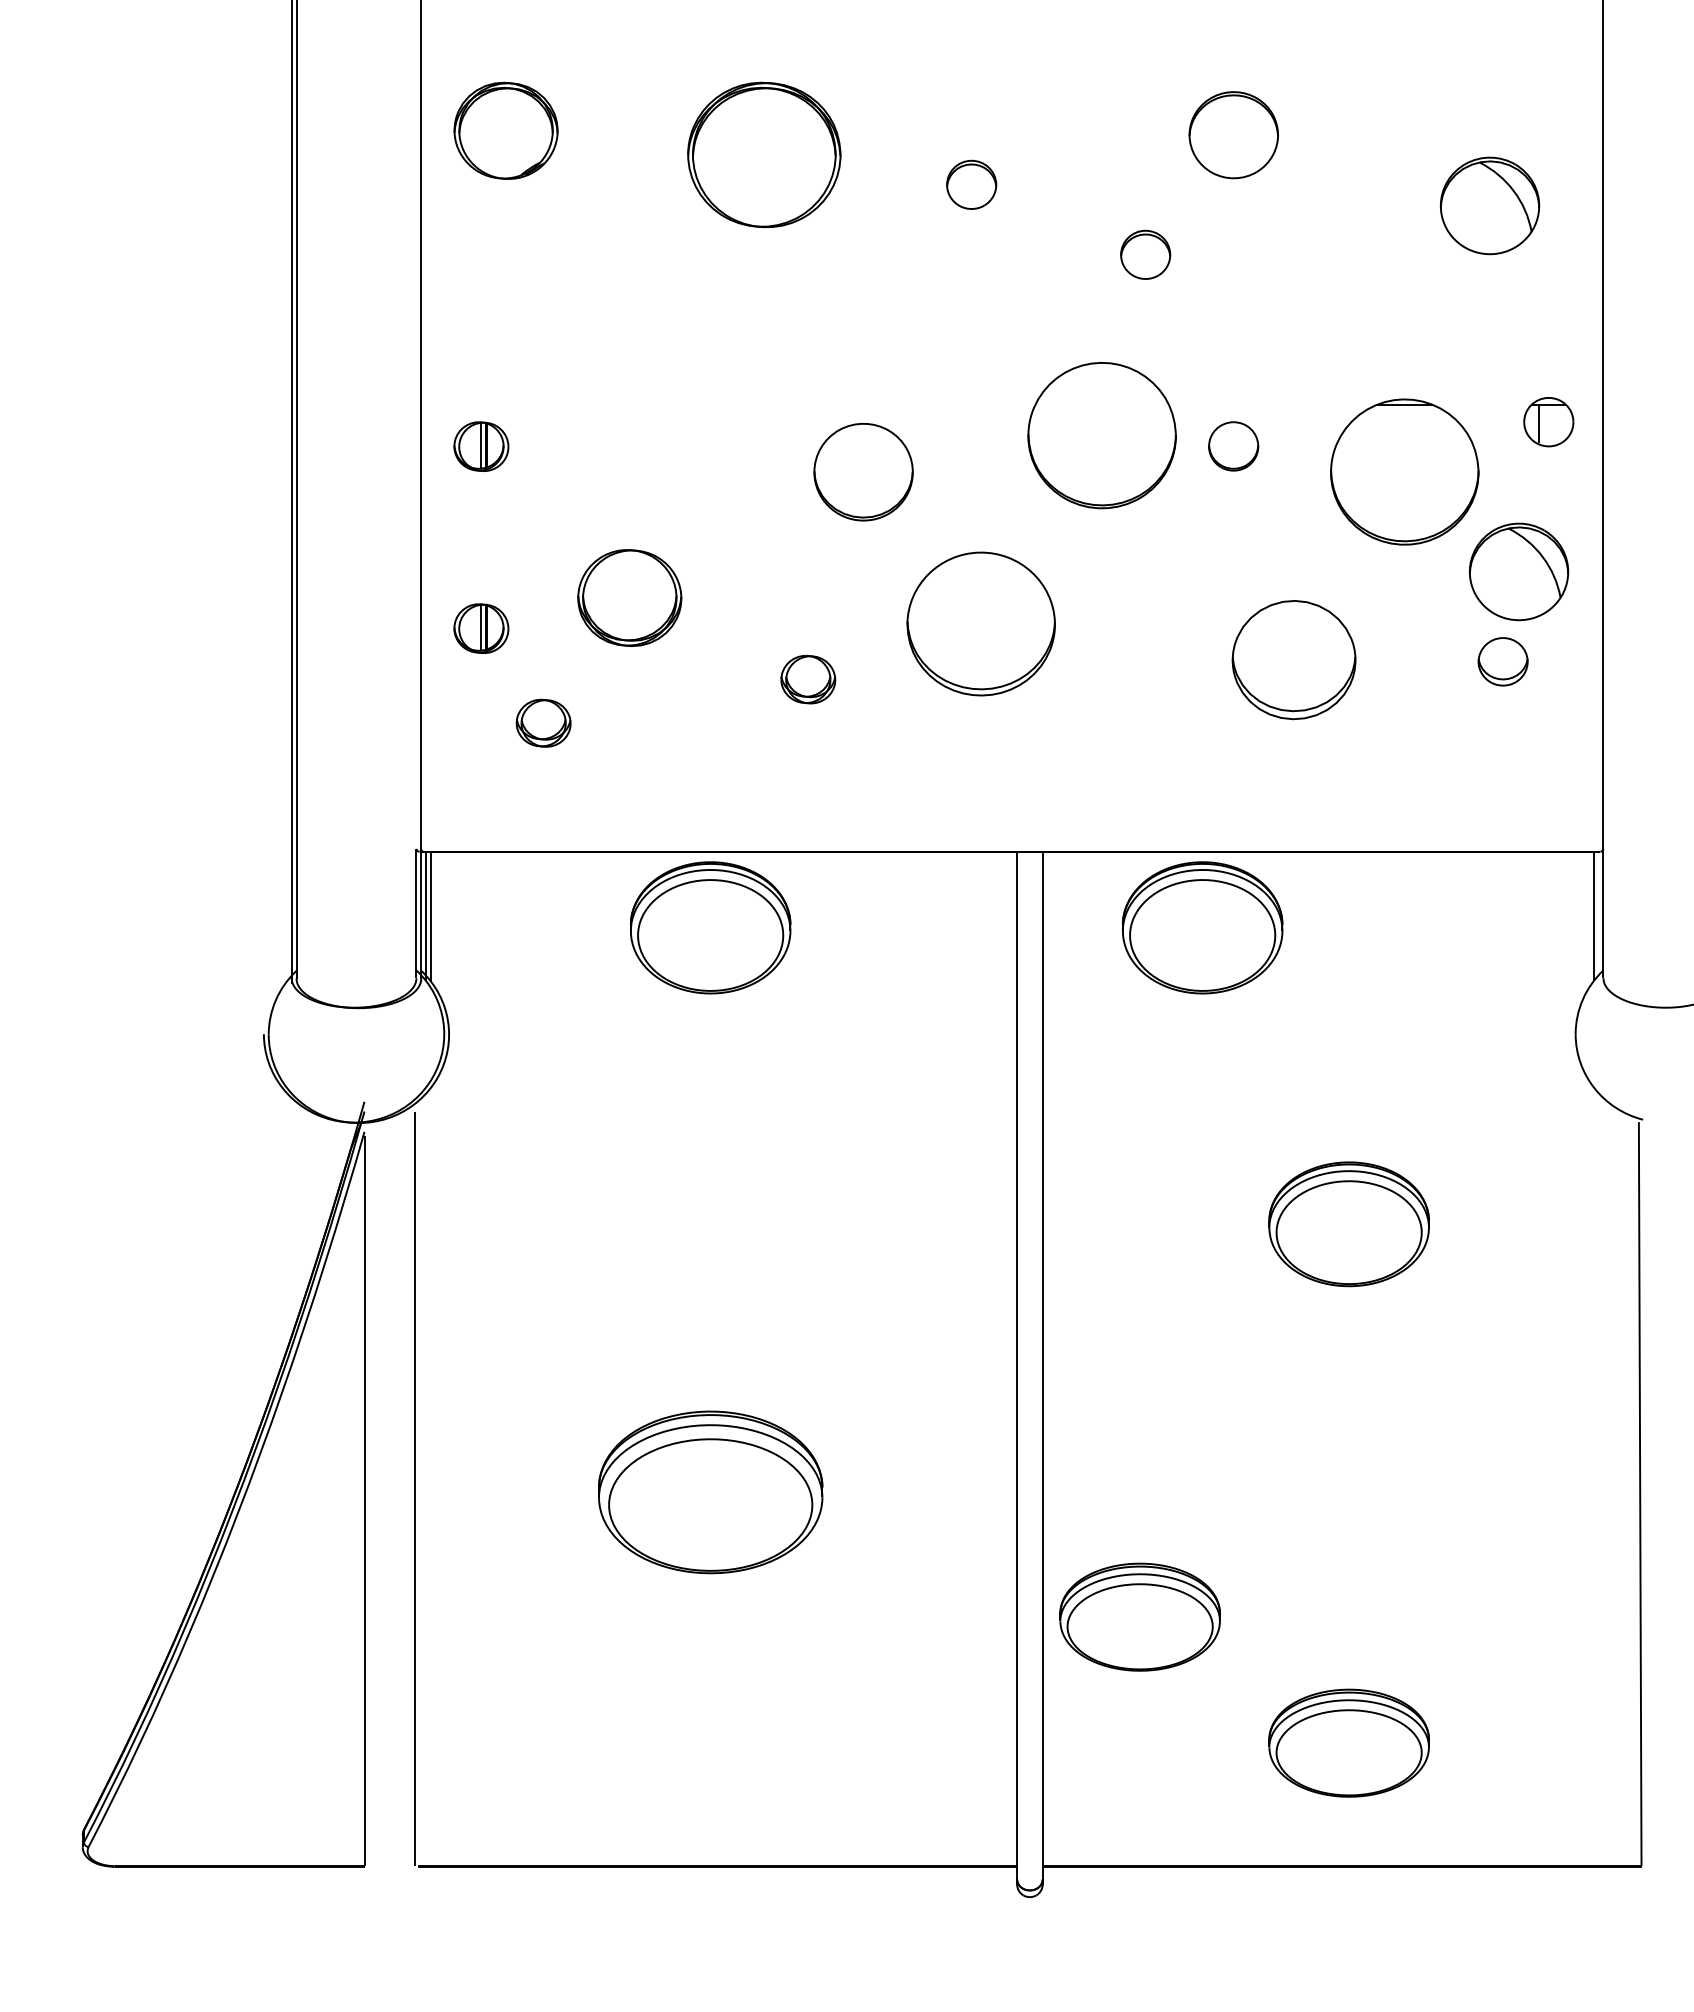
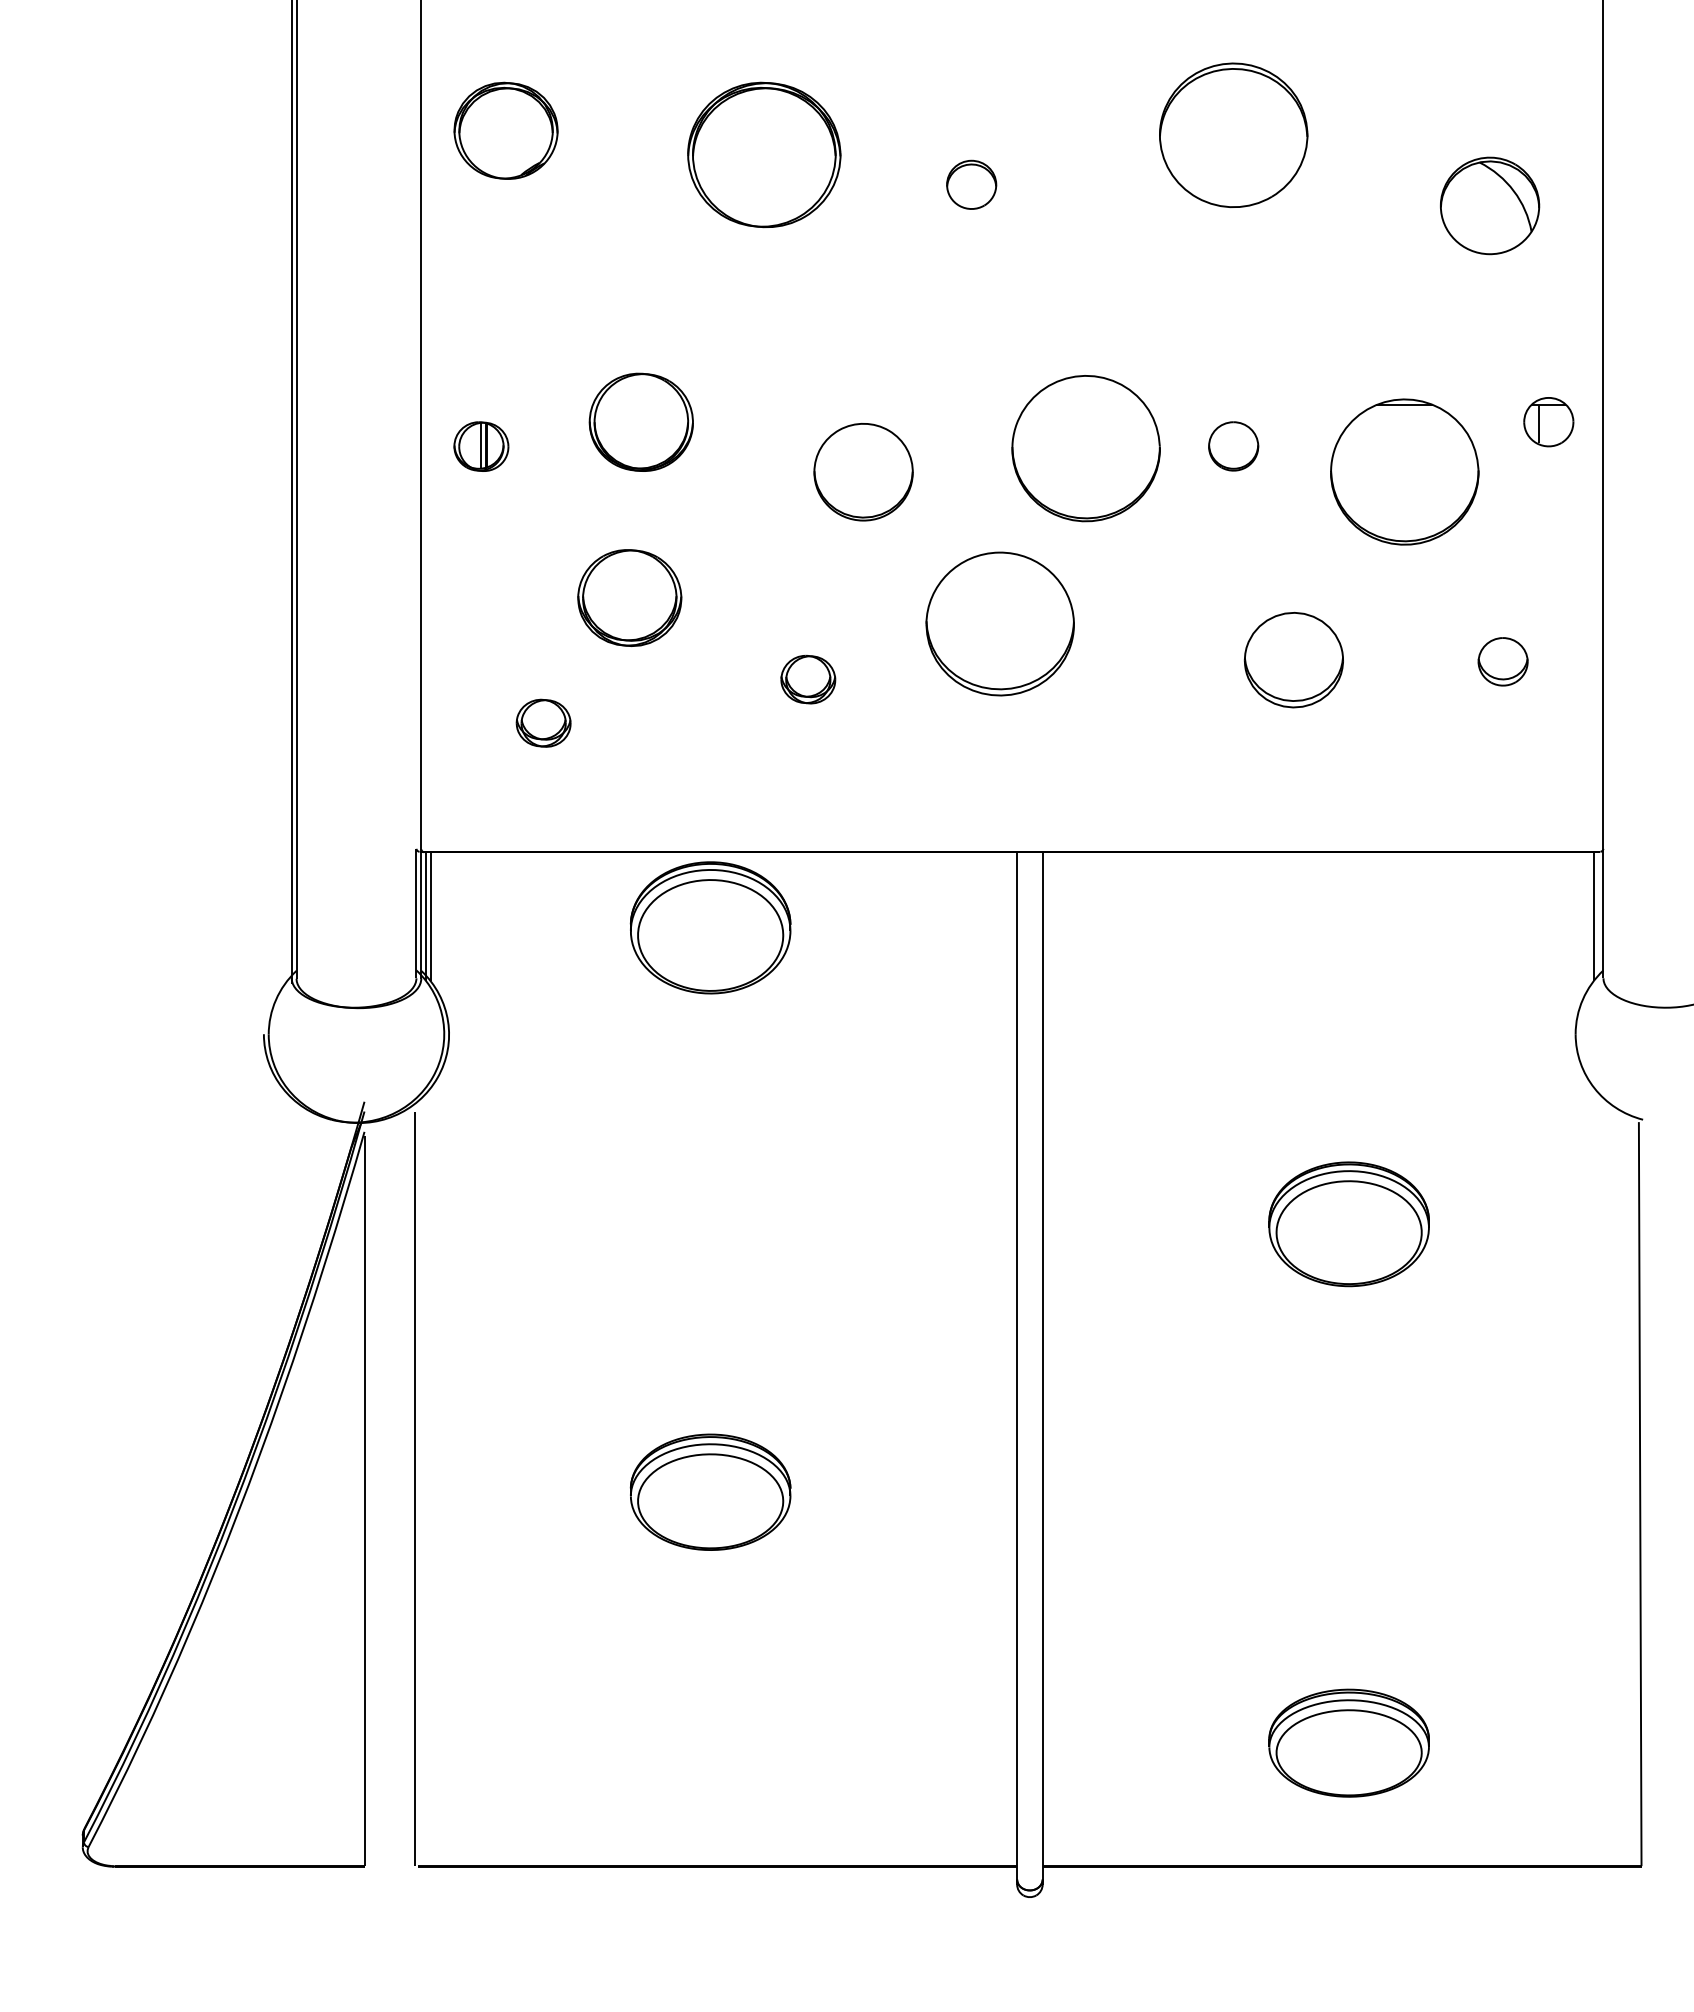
part at (1233, 135) size: 91x89 px -> 150x146 px
part at (1145, 254): present -> none
part at (640, 421): none -> present
part at (1101, 435) position: (1101, 435) -> (1085, 448)
part at (1519, 571): present -> none
part at (980, 623) position: (980, 623) -> (999, 623)
part at (481, 628): present -> none
part at (1293, 660) size: 126x121 px -> 101x97 px
part at (1202, 927): present -> none
part at (710, 1492) size: 226x165 px -> 163x118 px
part at (1139, 1616): present -> none
